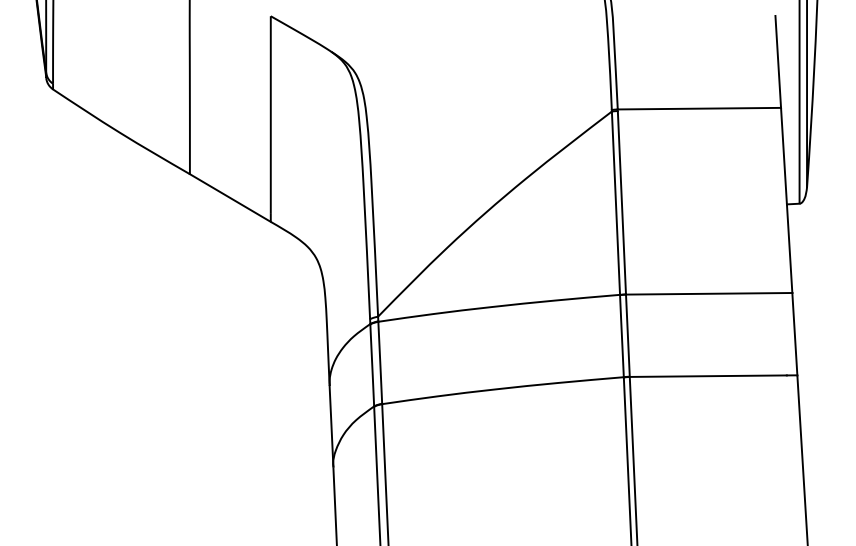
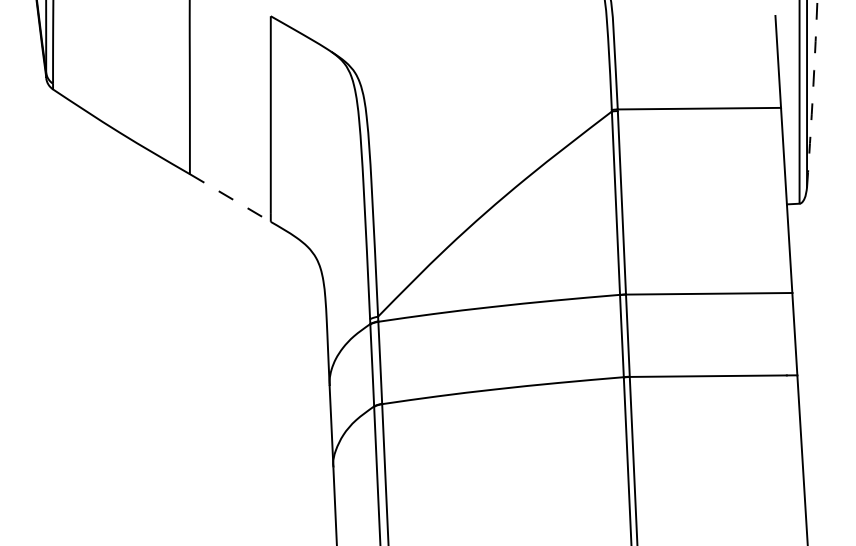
arc at (812, 93): solid -> dashed
line at (230, 198): solid -> dashed
